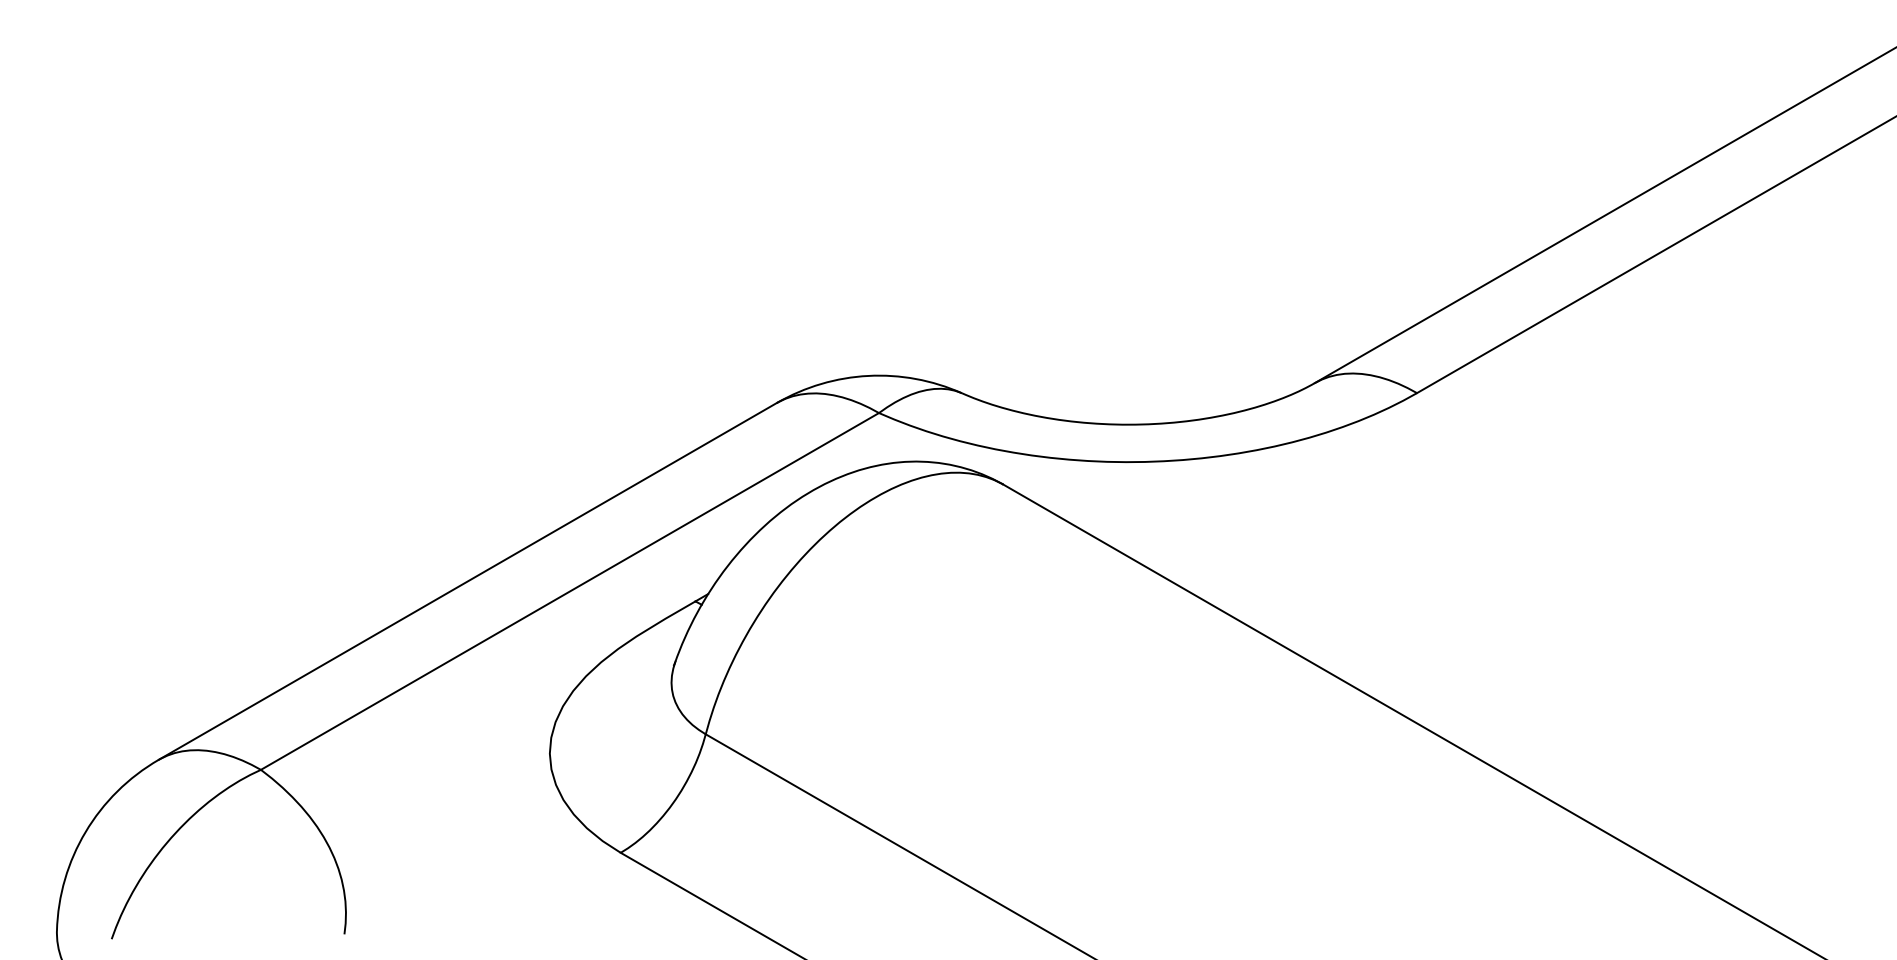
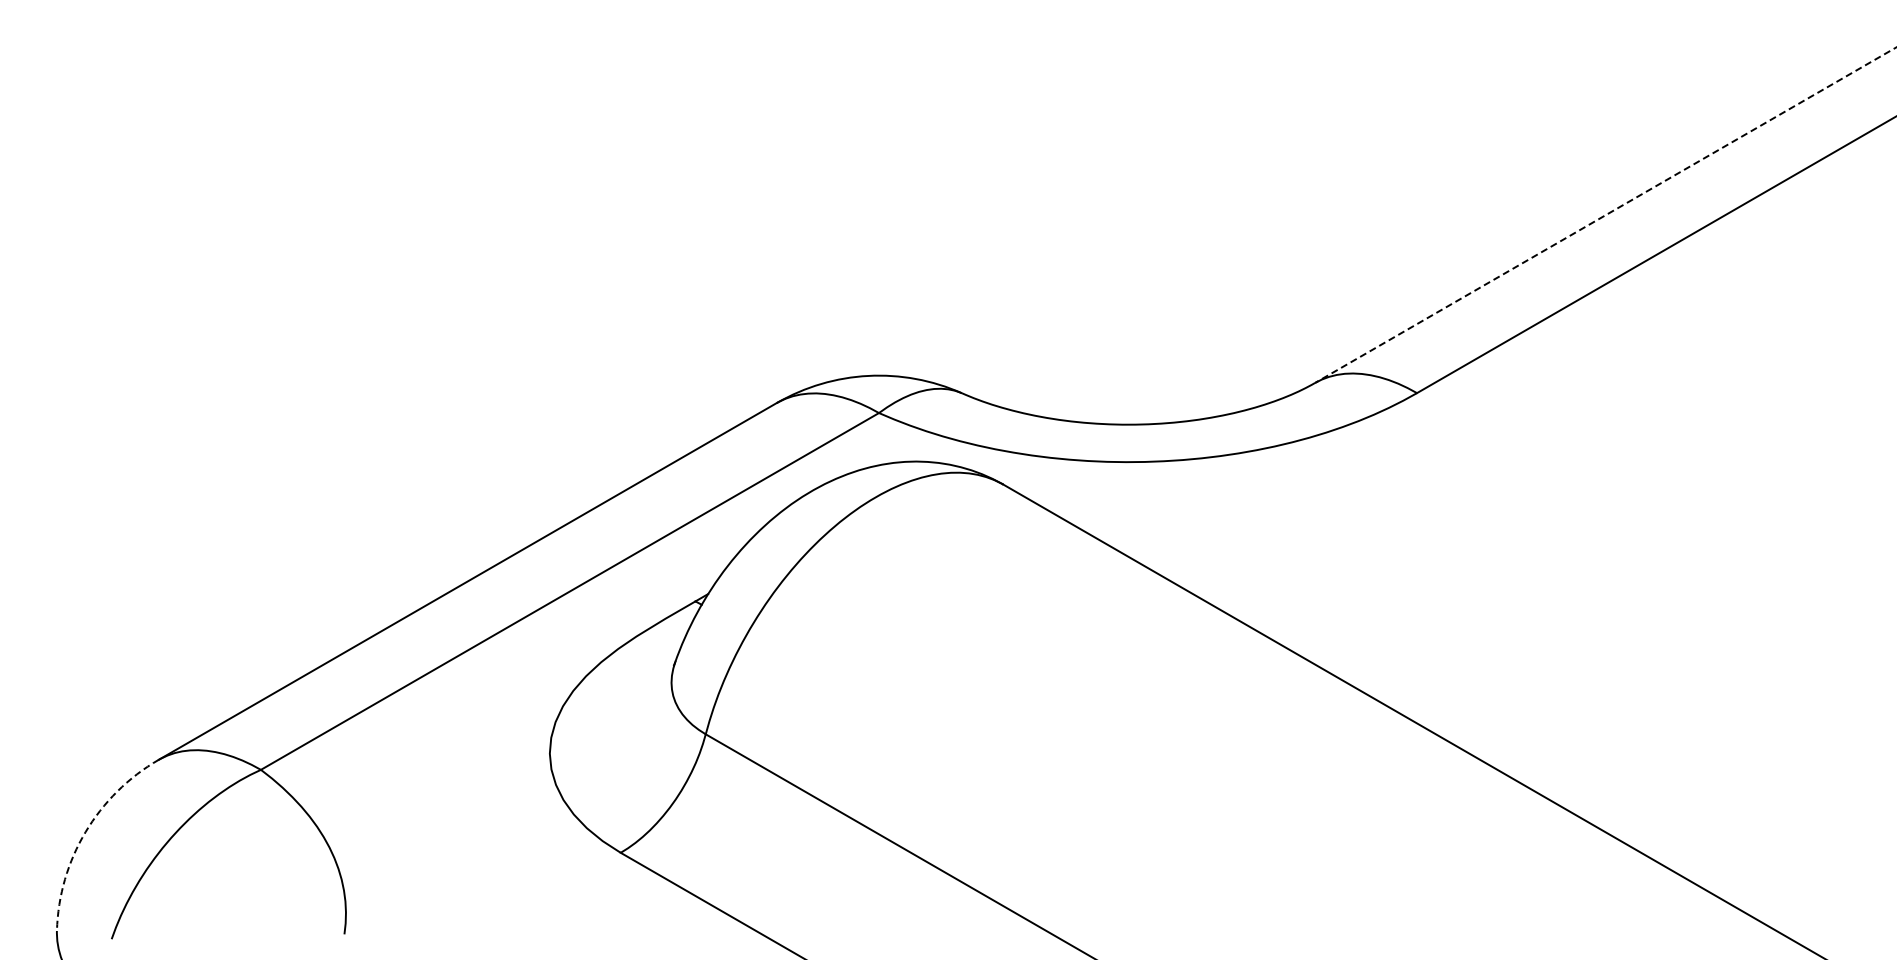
line at (1605, 215): solid -> dashed
arc at (85, 832): solid -> dashed
